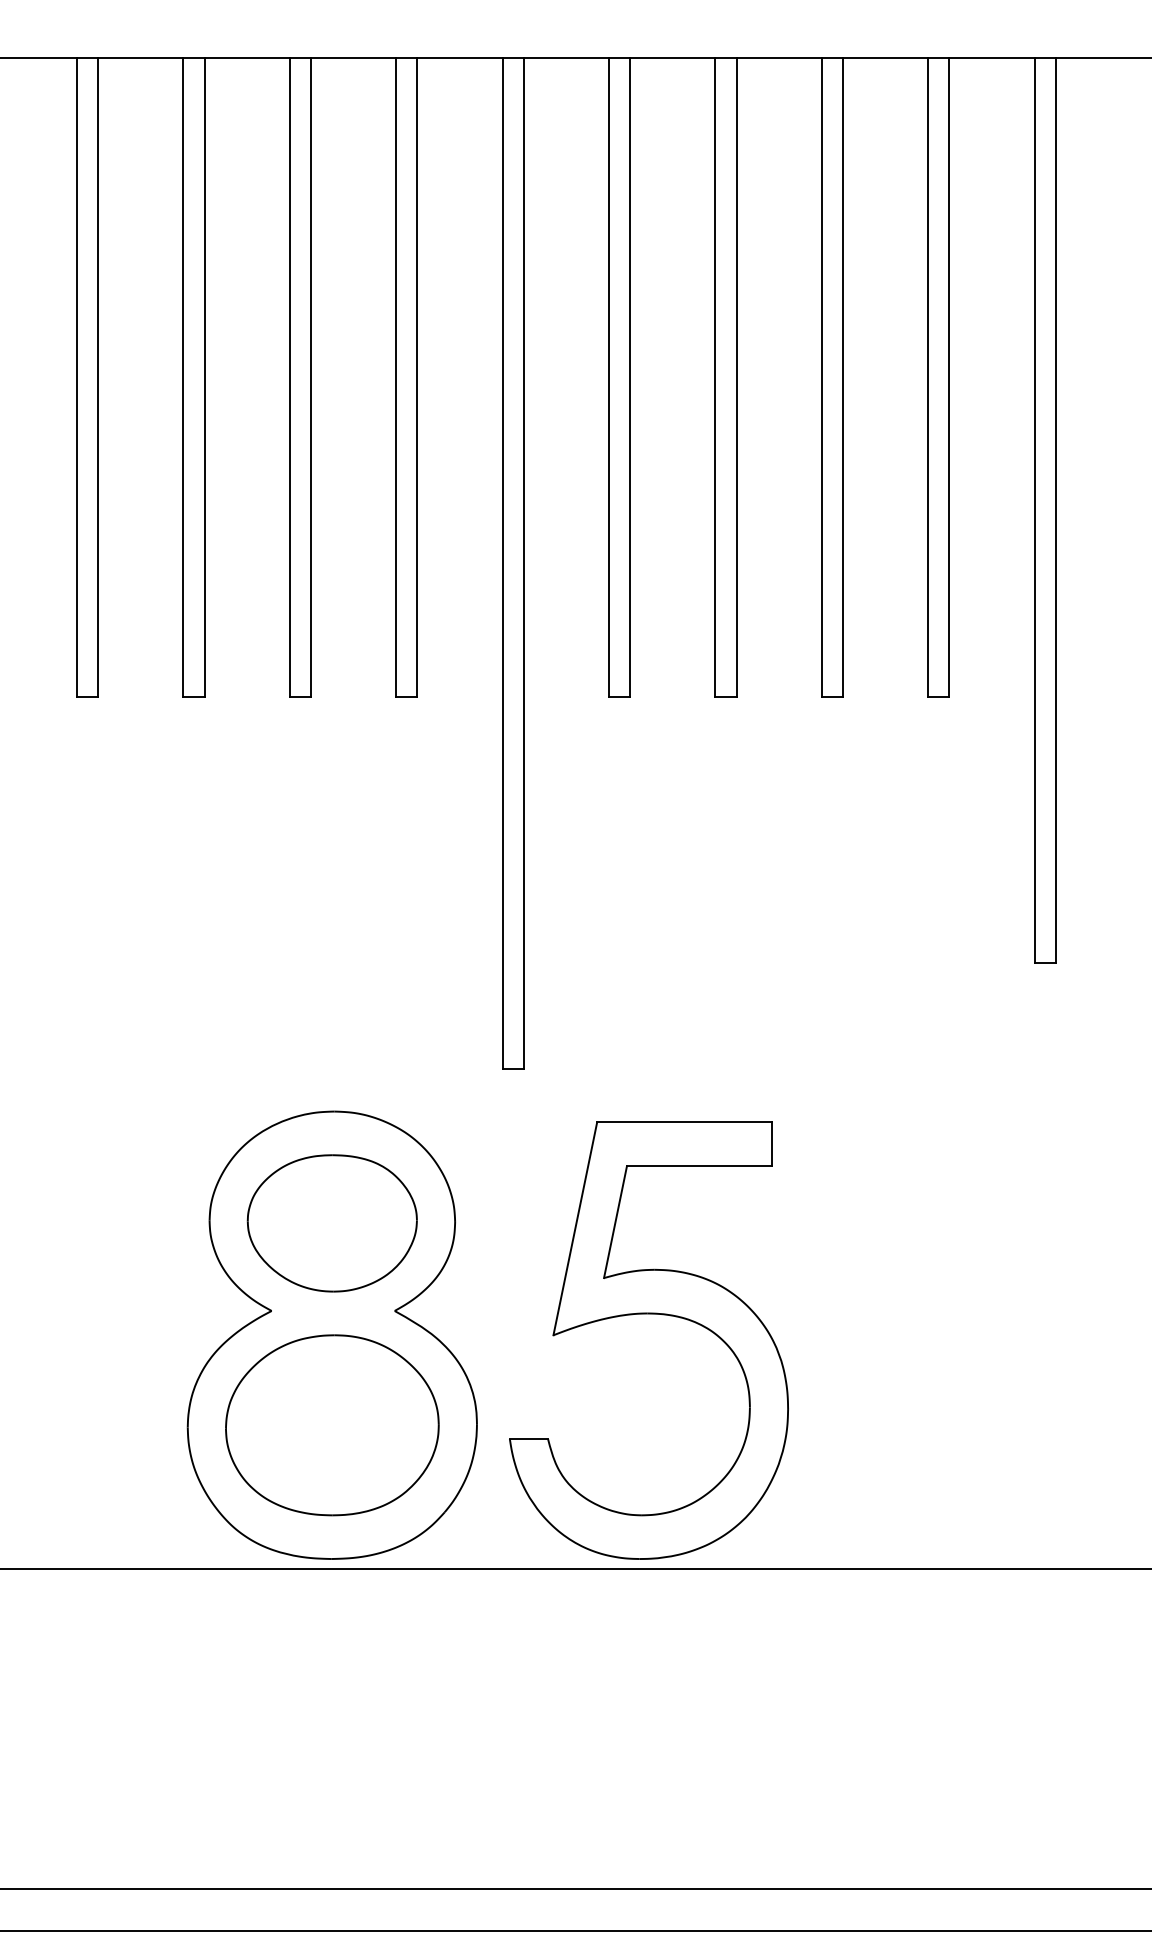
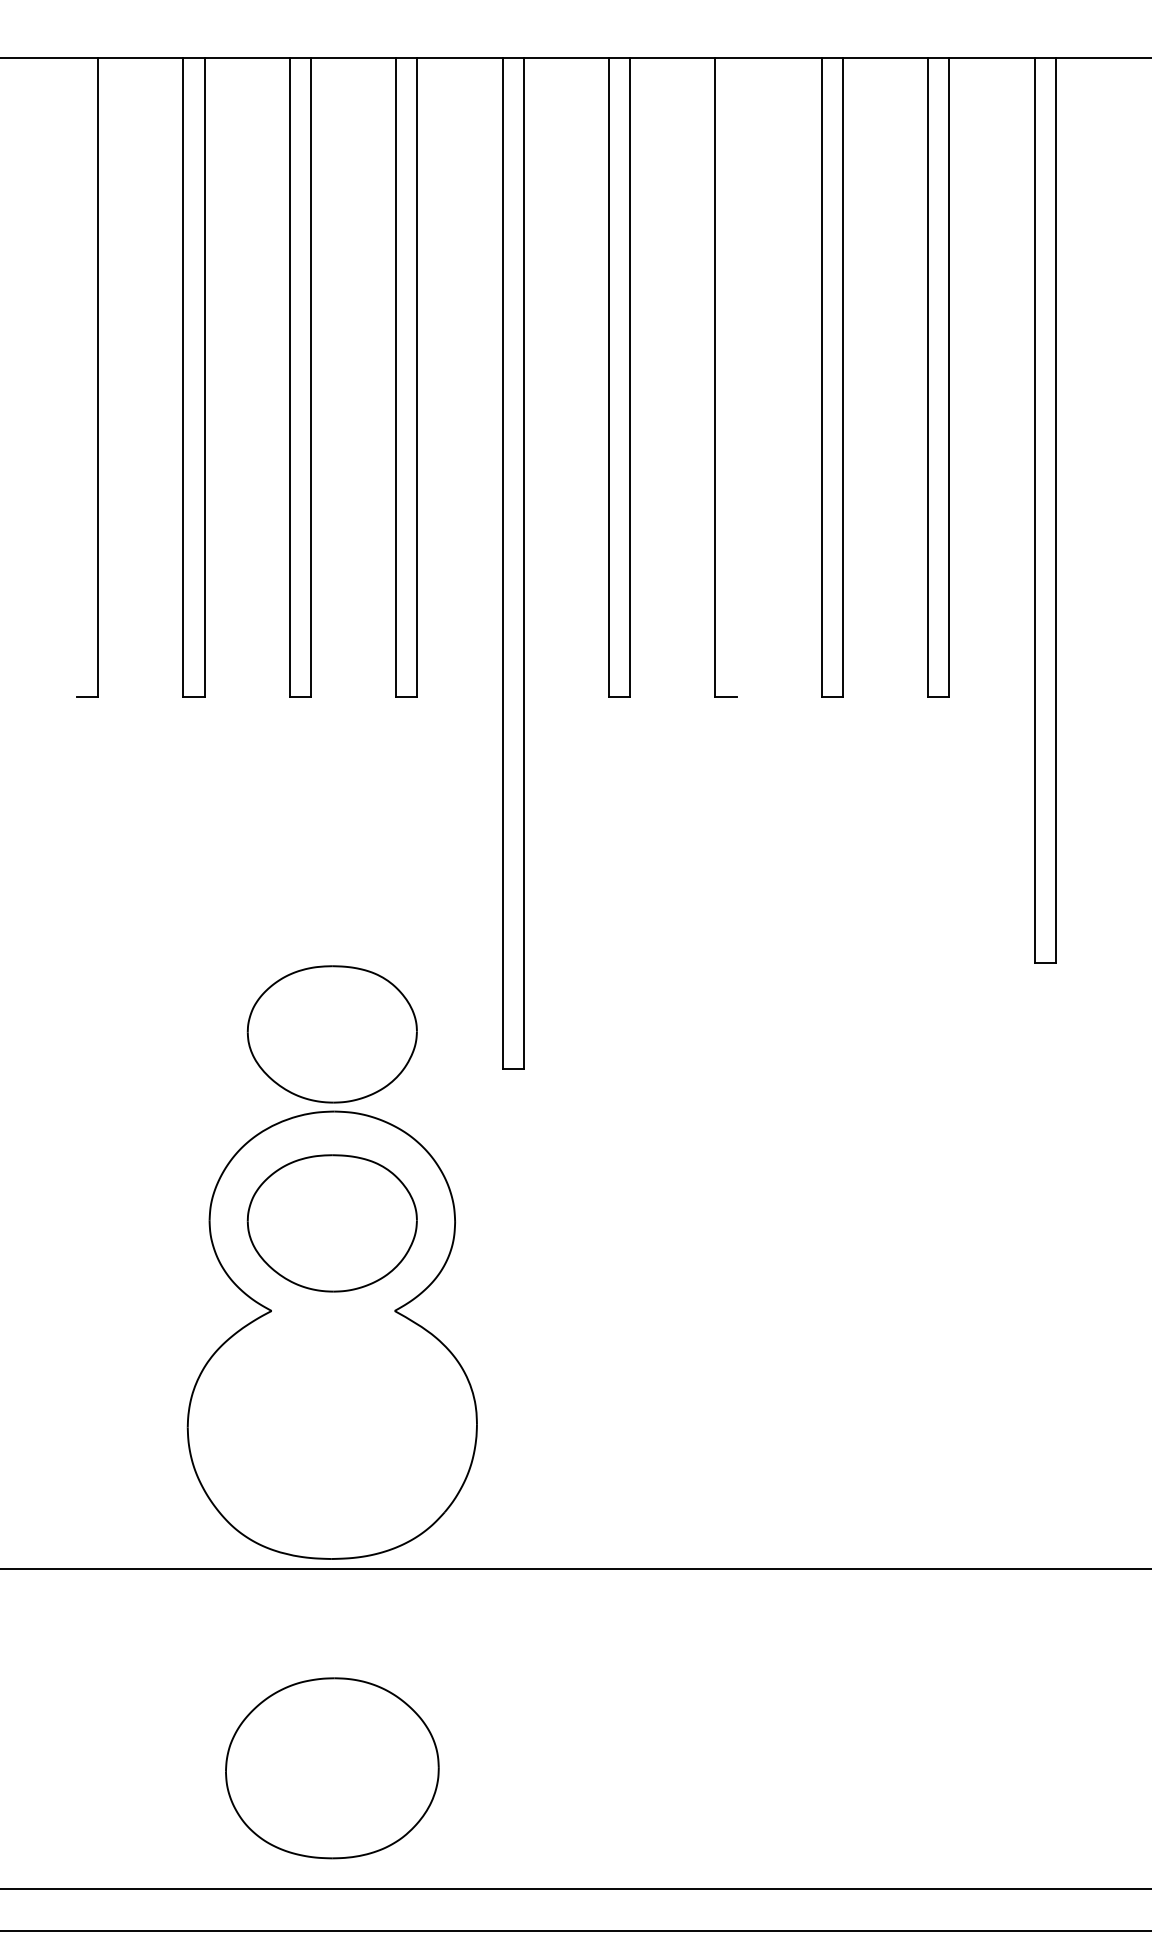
line at (76, 377): present -> none
line at (736, 377): present -> none
part at (331, 1034): none -> present
part at (648, 1314): present -> none
part at (332, 1425) position: (332, 1425) -> (332, 1768)
